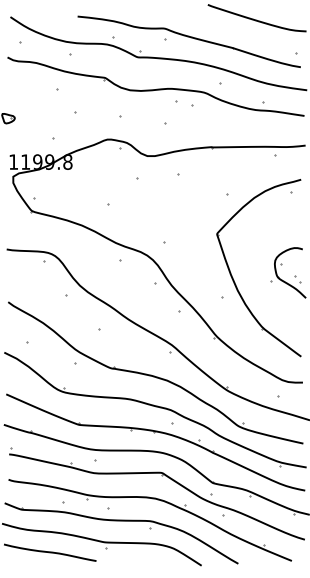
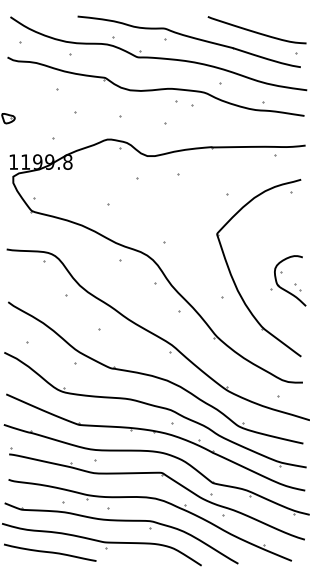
curve at (256, 19) position: (256, 19) -> (256, 31)
part at (294, 276) position: (294, 276) -> (294, 284)
